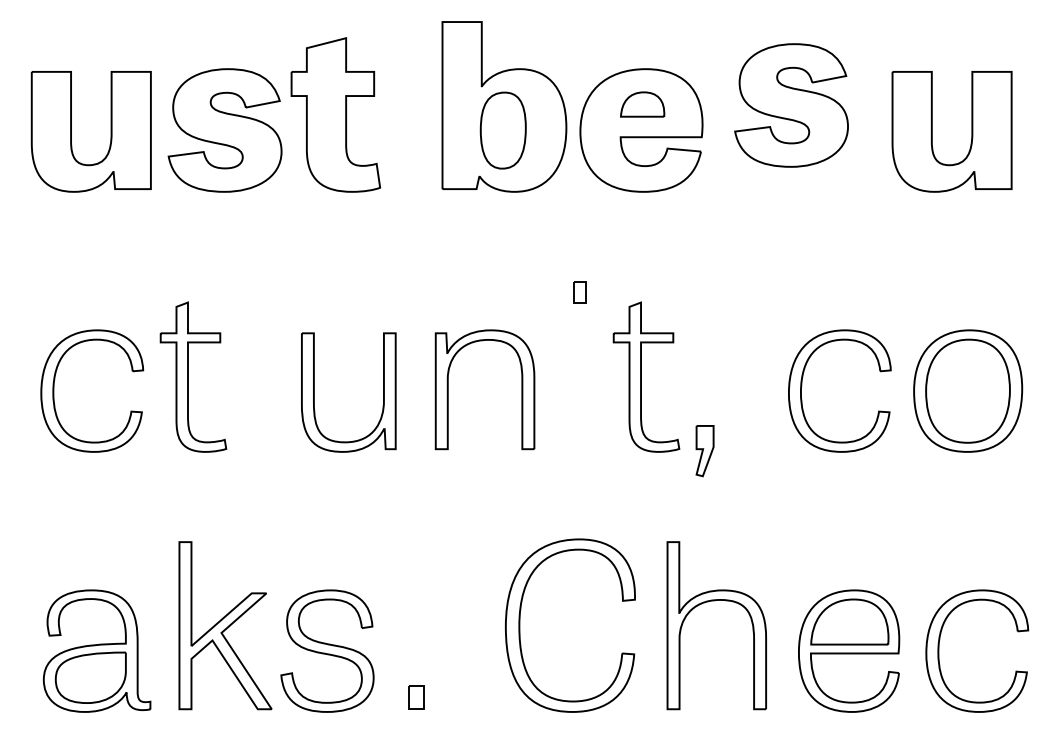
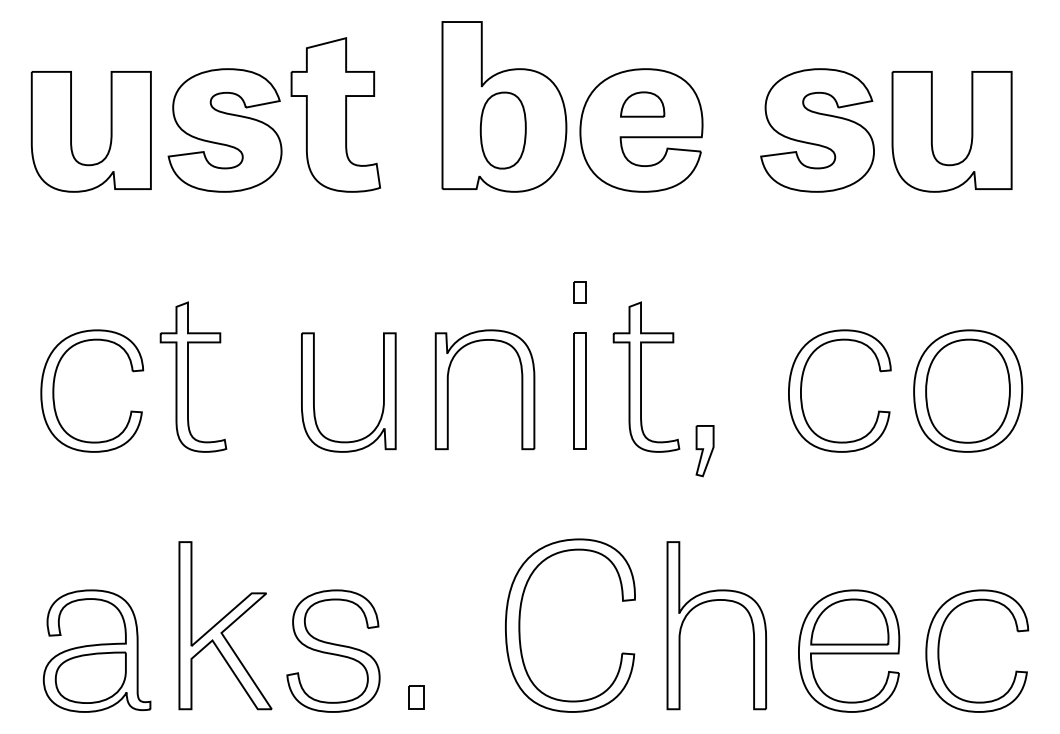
part at (791, 105) position: (791, 105) -> (817, 130)
part at (579, 390): none -> present
part at (327, 650) position: (327, 650) -> (333, 650)
